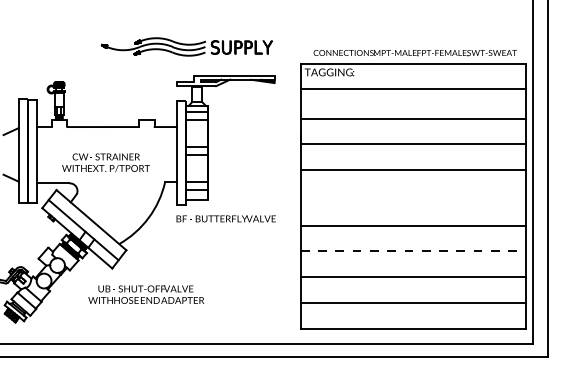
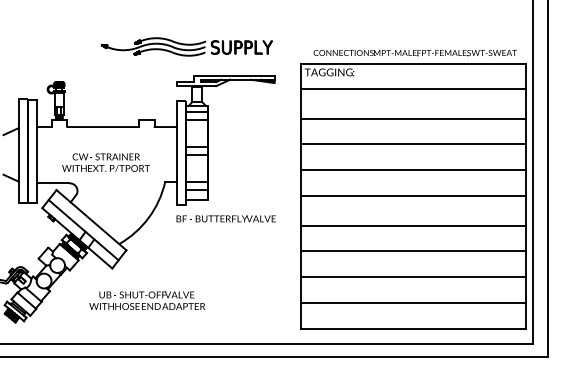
line at (413, 195): none -> present
line at (413, 251): dashed -> solid
text at (146, 294) position: (146, 294) -> (147, 300)
